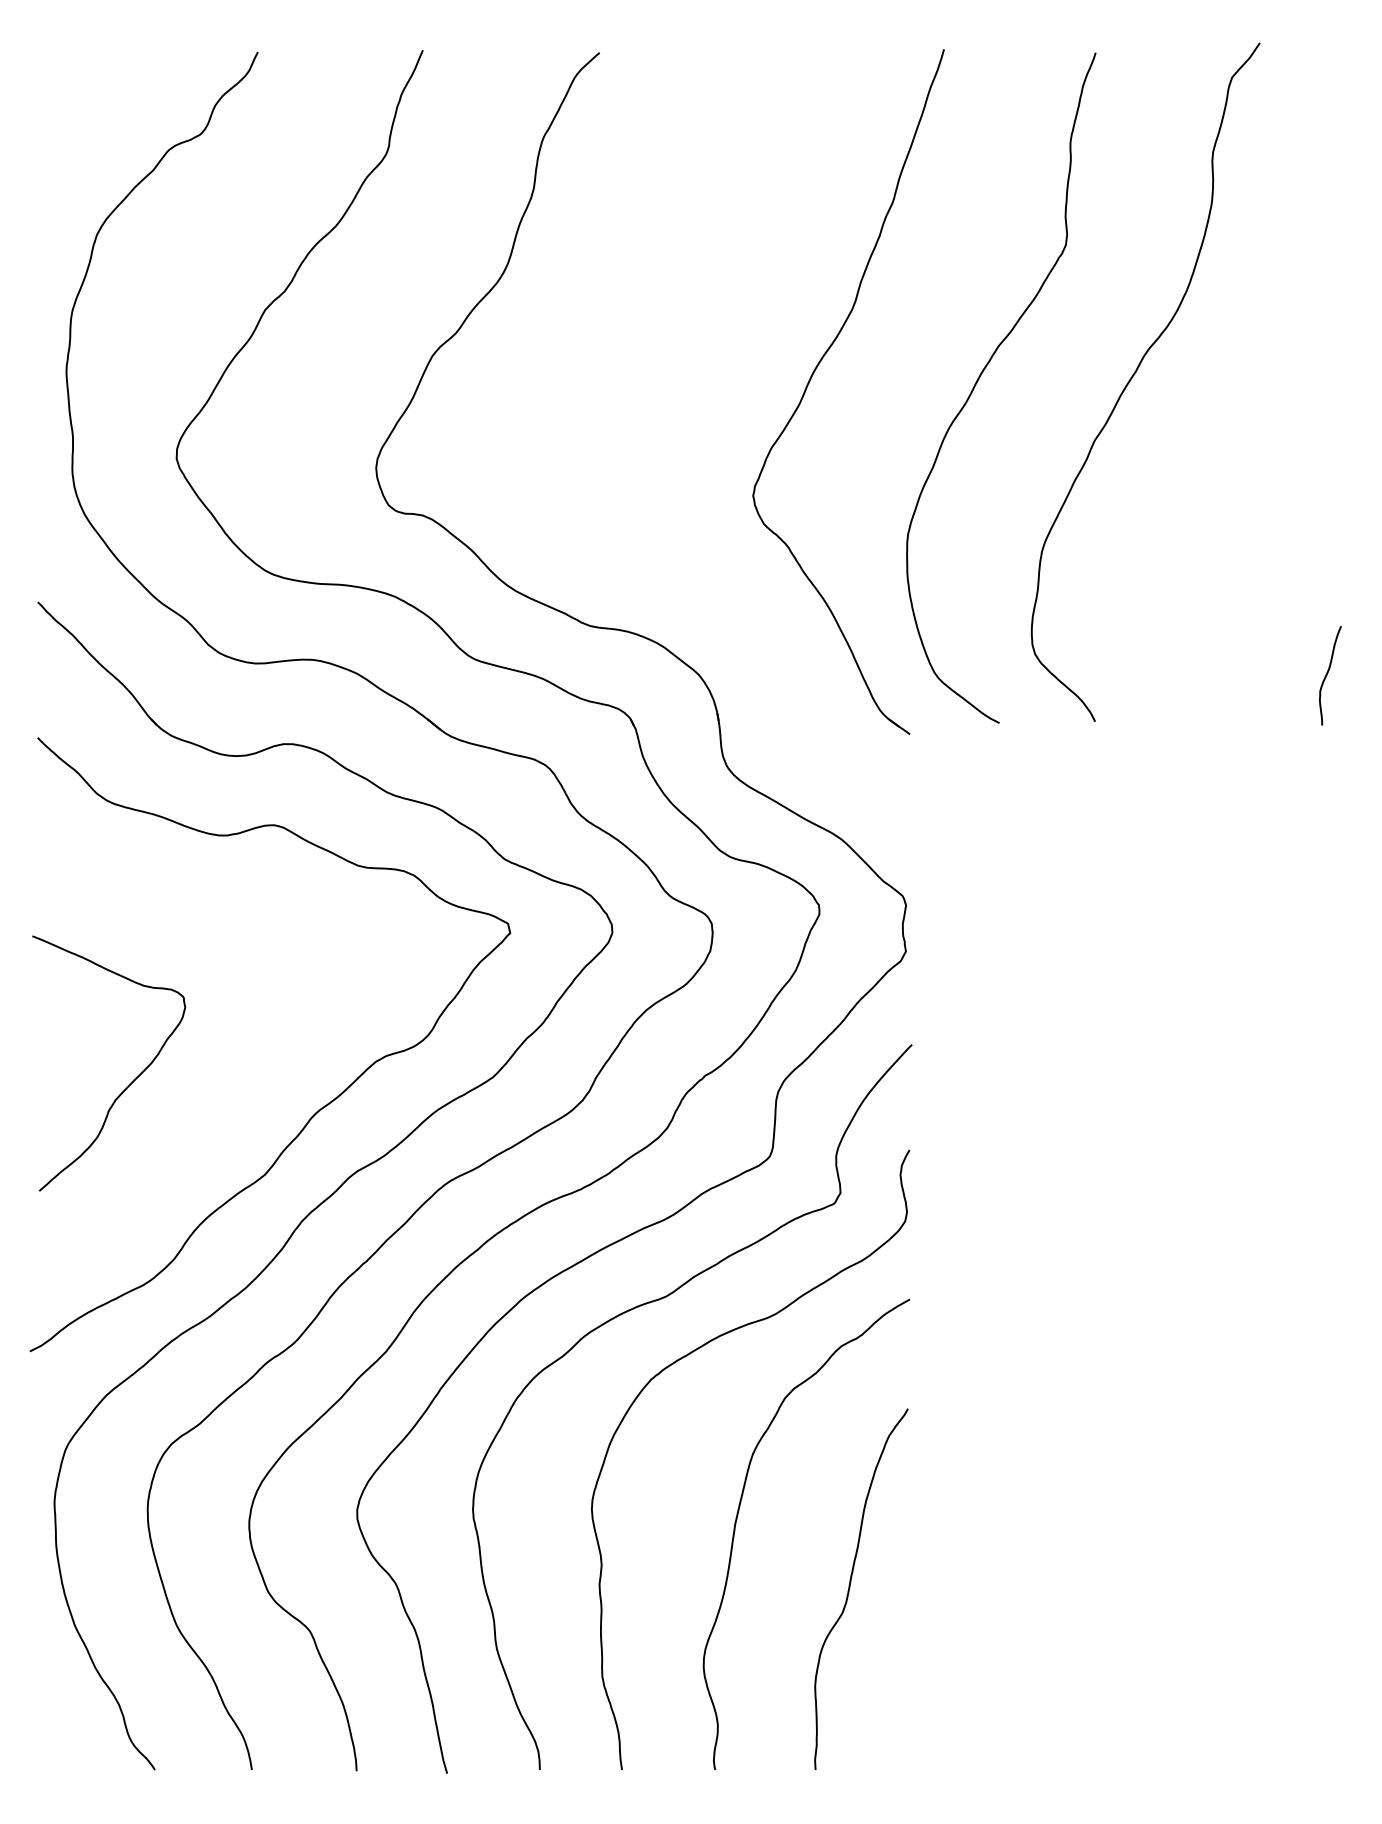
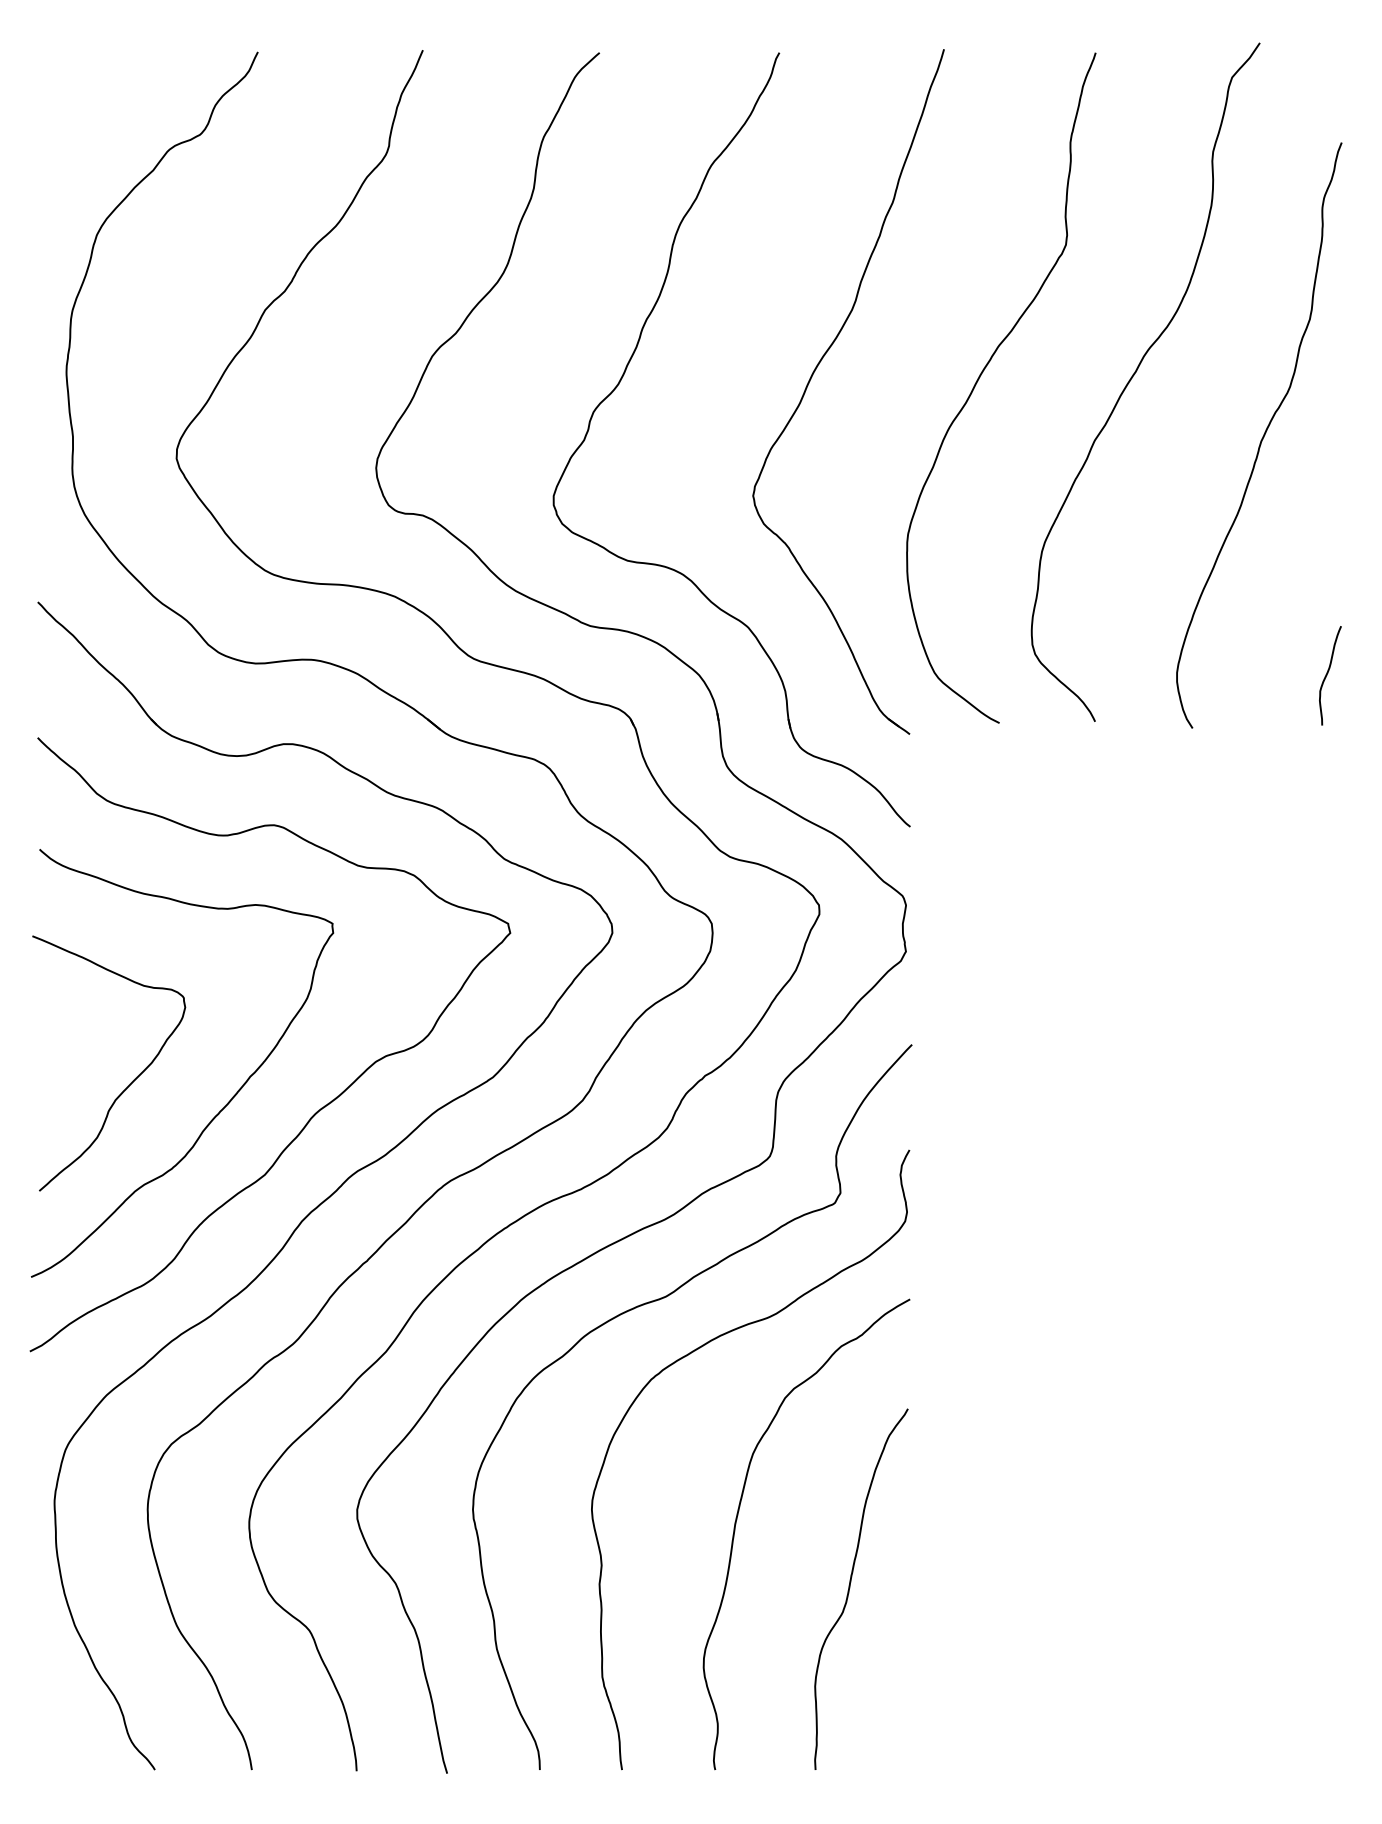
part at (619, 384): none -> present
curve at (1262, 436): none -> present
curve at (227, 1102): none -> present
